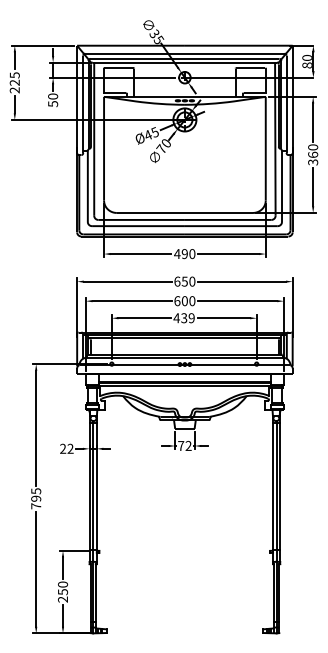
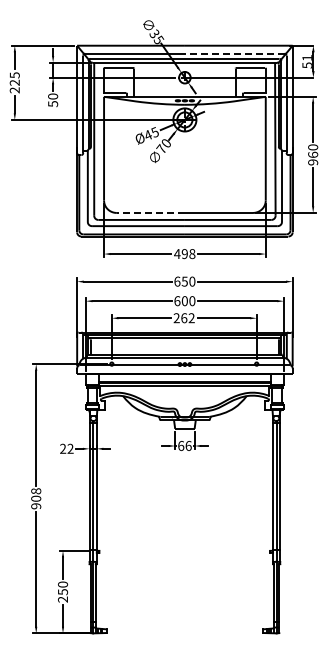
line at (234, 53): solid -> dashed
text at (306, 61): 80 -> 51
text at (313, 162): 360 -> 960
line at (150, 212): solid -> dashed
text at (192, 253): 490 -> 498
text at (183, 318): 439 -> 262
text at (184, 446): 72 -> 66
text at (36, 498): 795 -> 908
